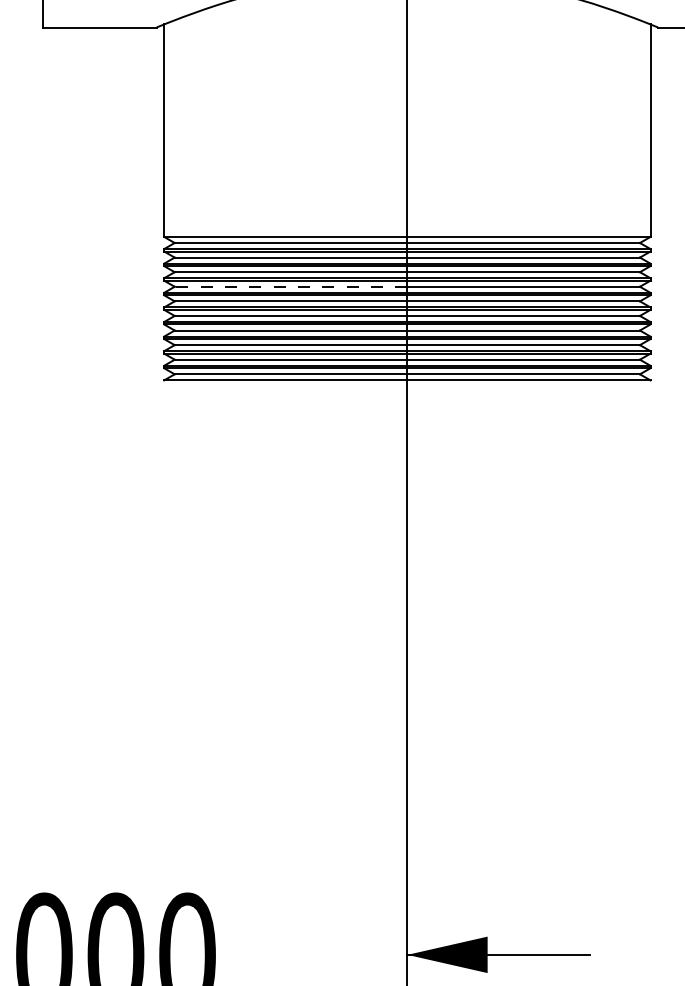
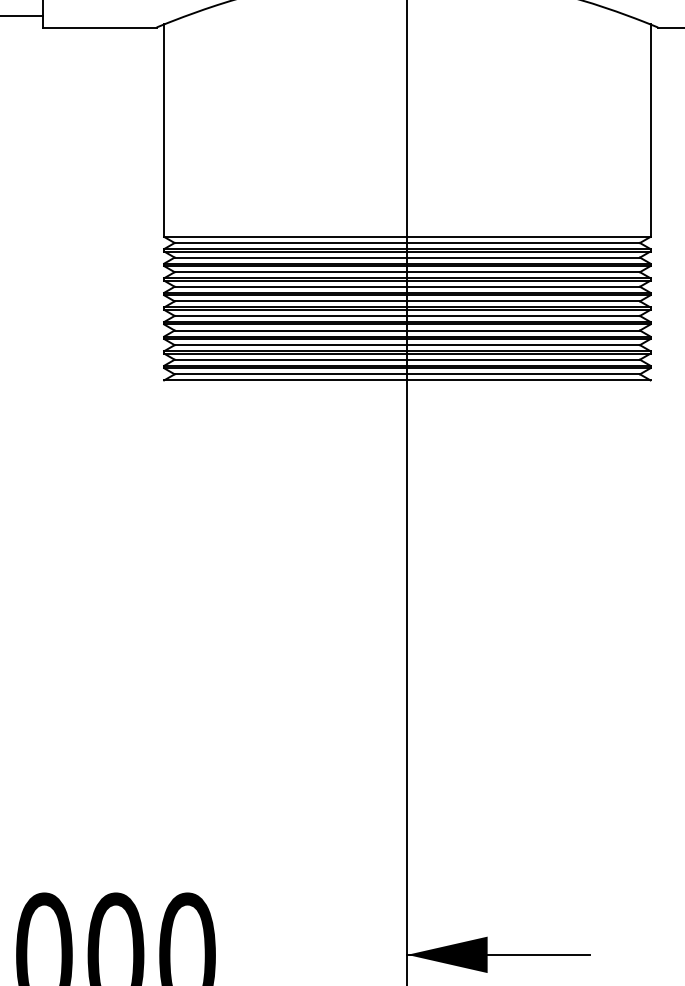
line at (22, 15): none -> present
line at (290, 286): dashed -> solid
